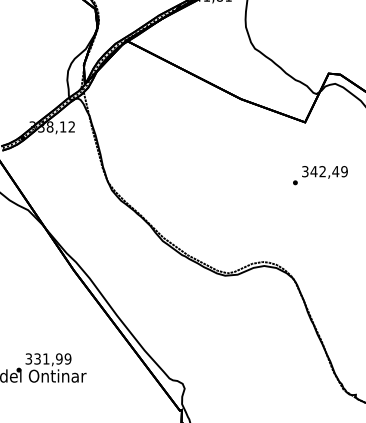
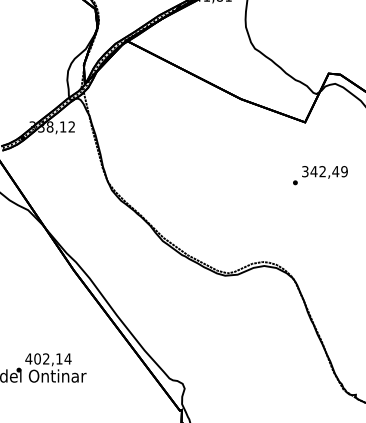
text at (48, 358): 331,99 -> 402,14
